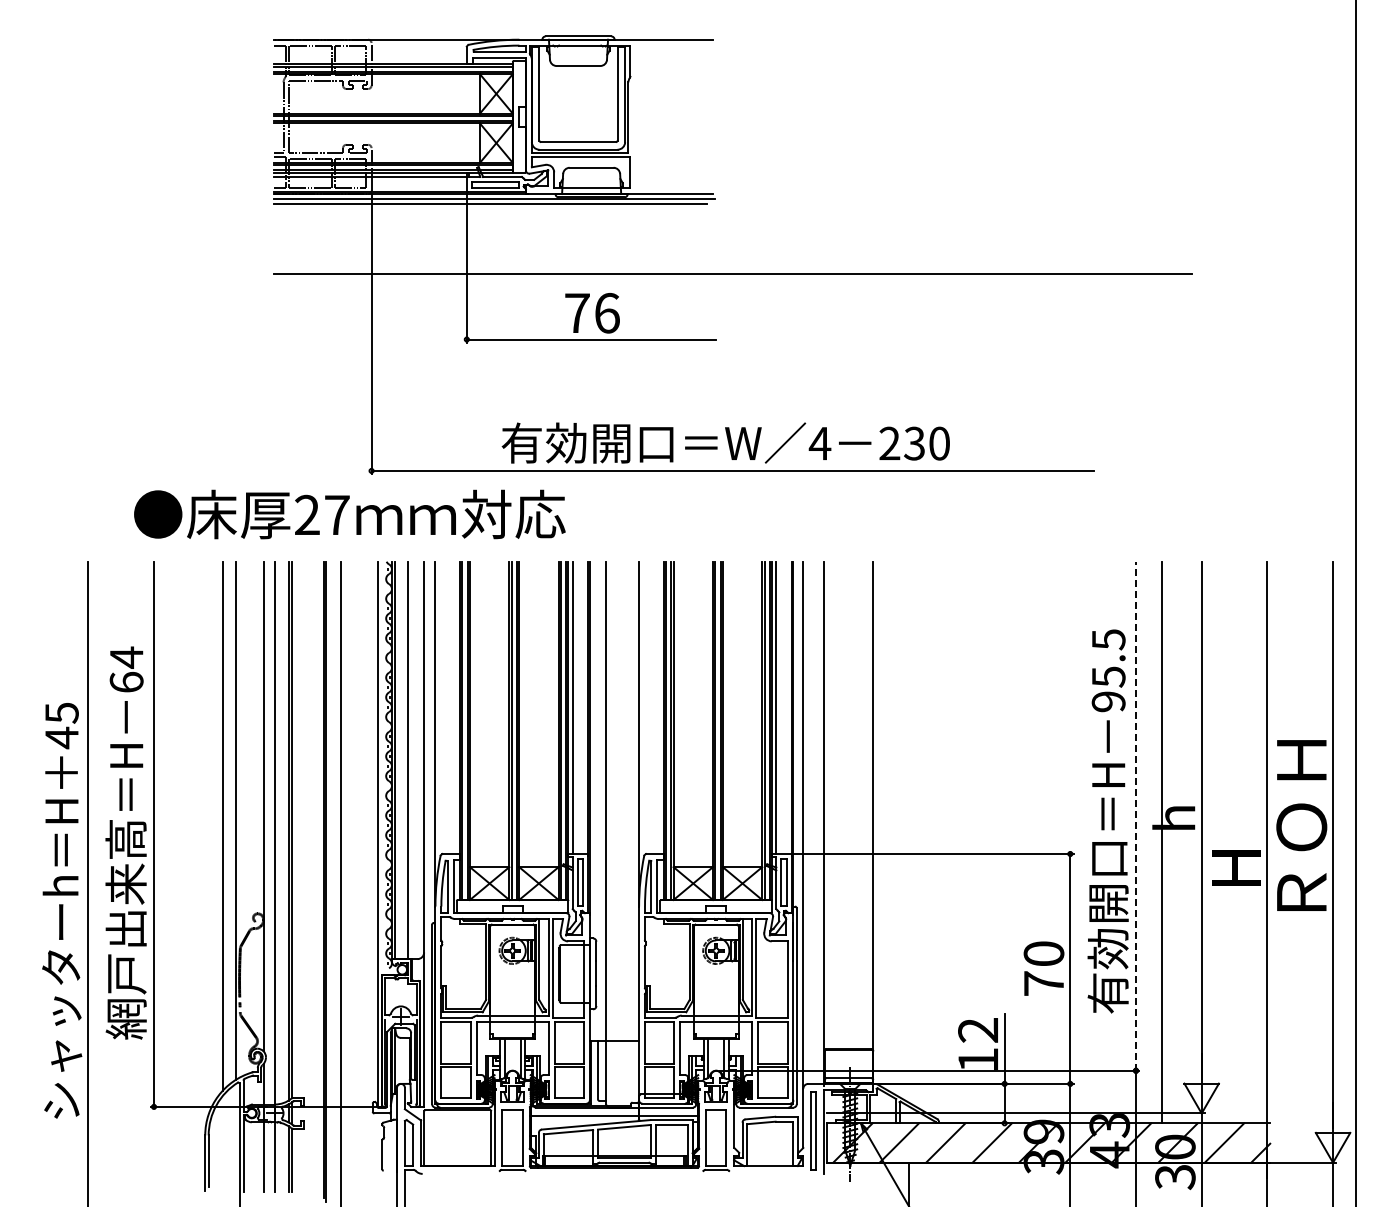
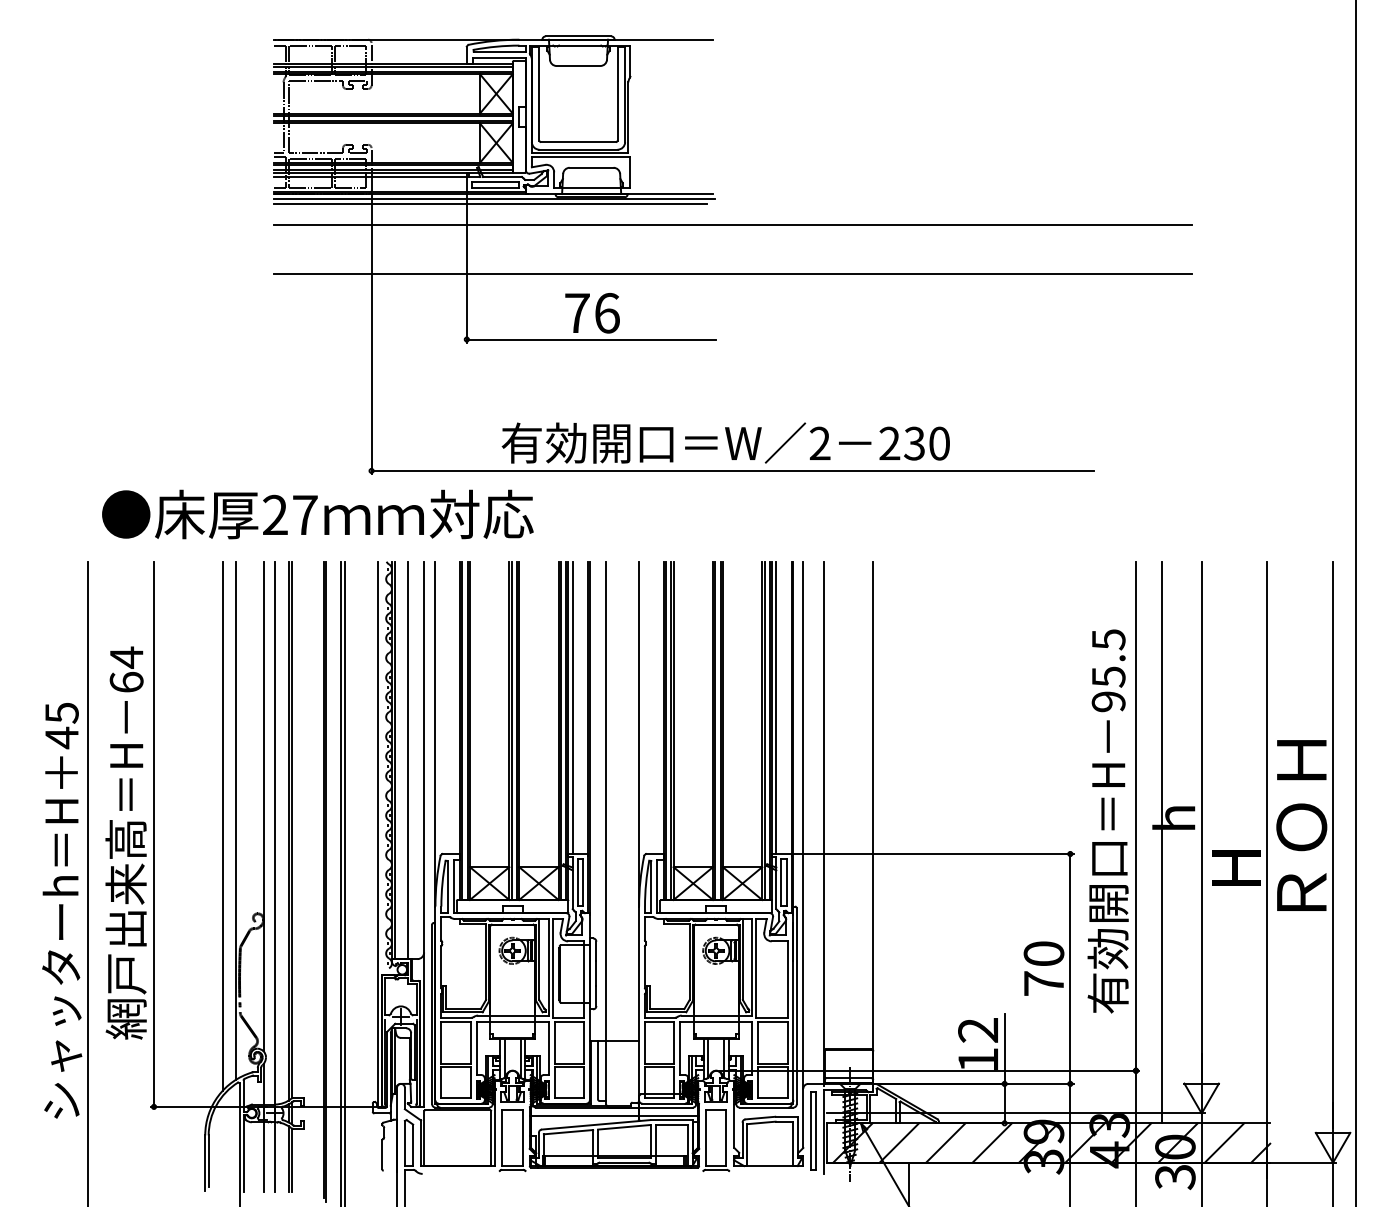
line at (732, 224): none -> present
text at (819, 443): 4 -> 2
text at (349, 514) position: (349, 514) -> (317, 514)
line at (1136, 816): dashed -> solid
line at (345, 882): none -> present
